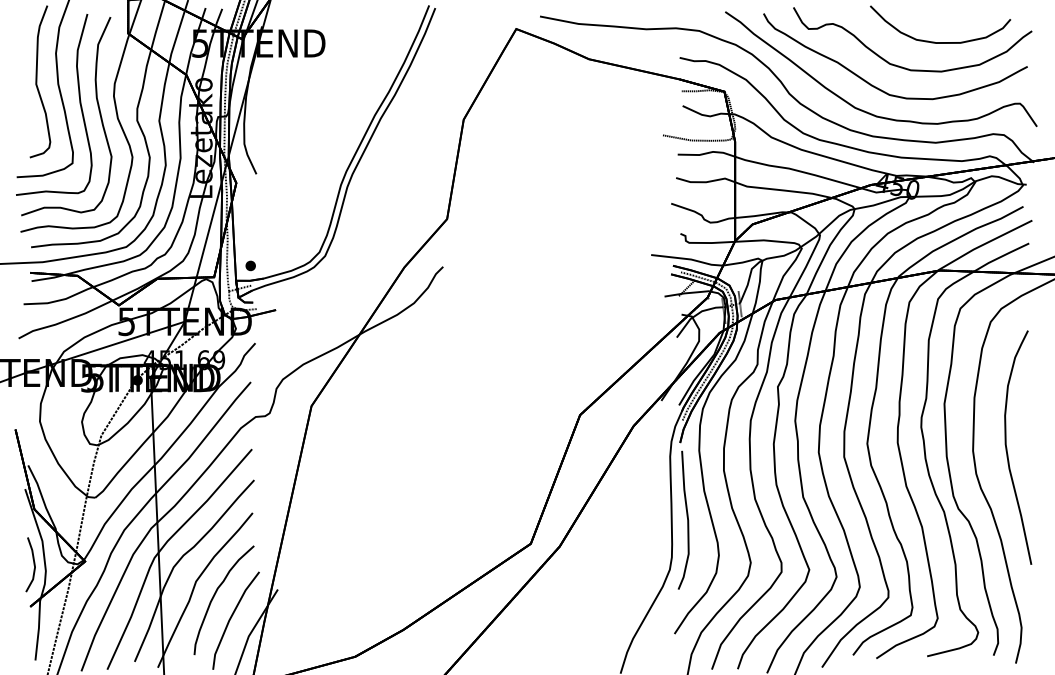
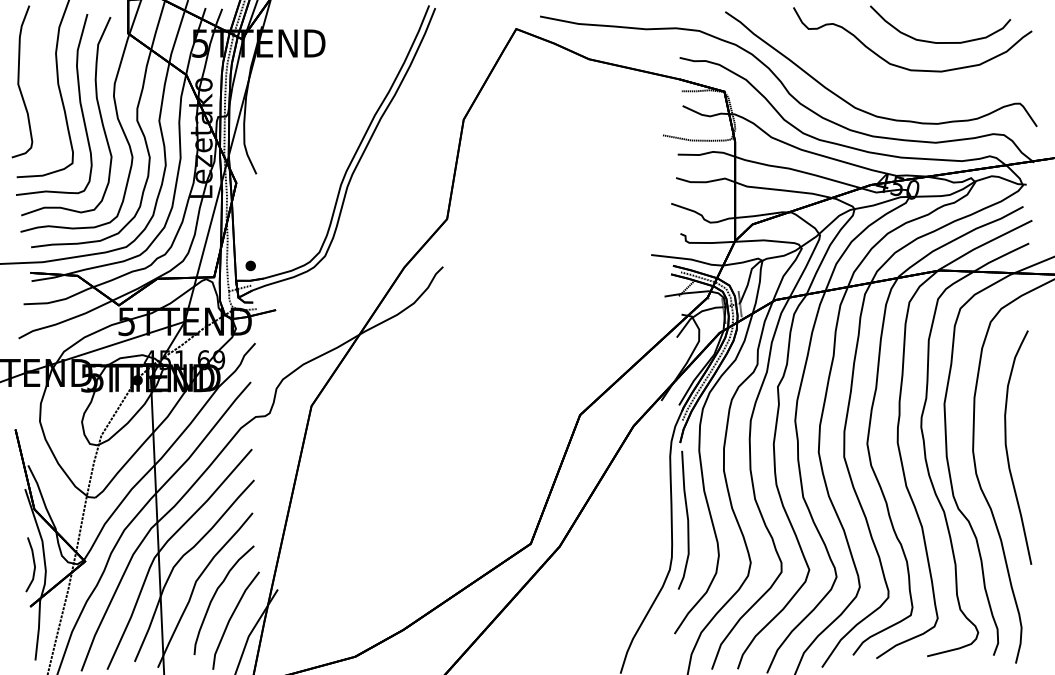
part at (40, 81) position: (40, 81) -> (22, 81)
curve at (876, 86): present -> none
